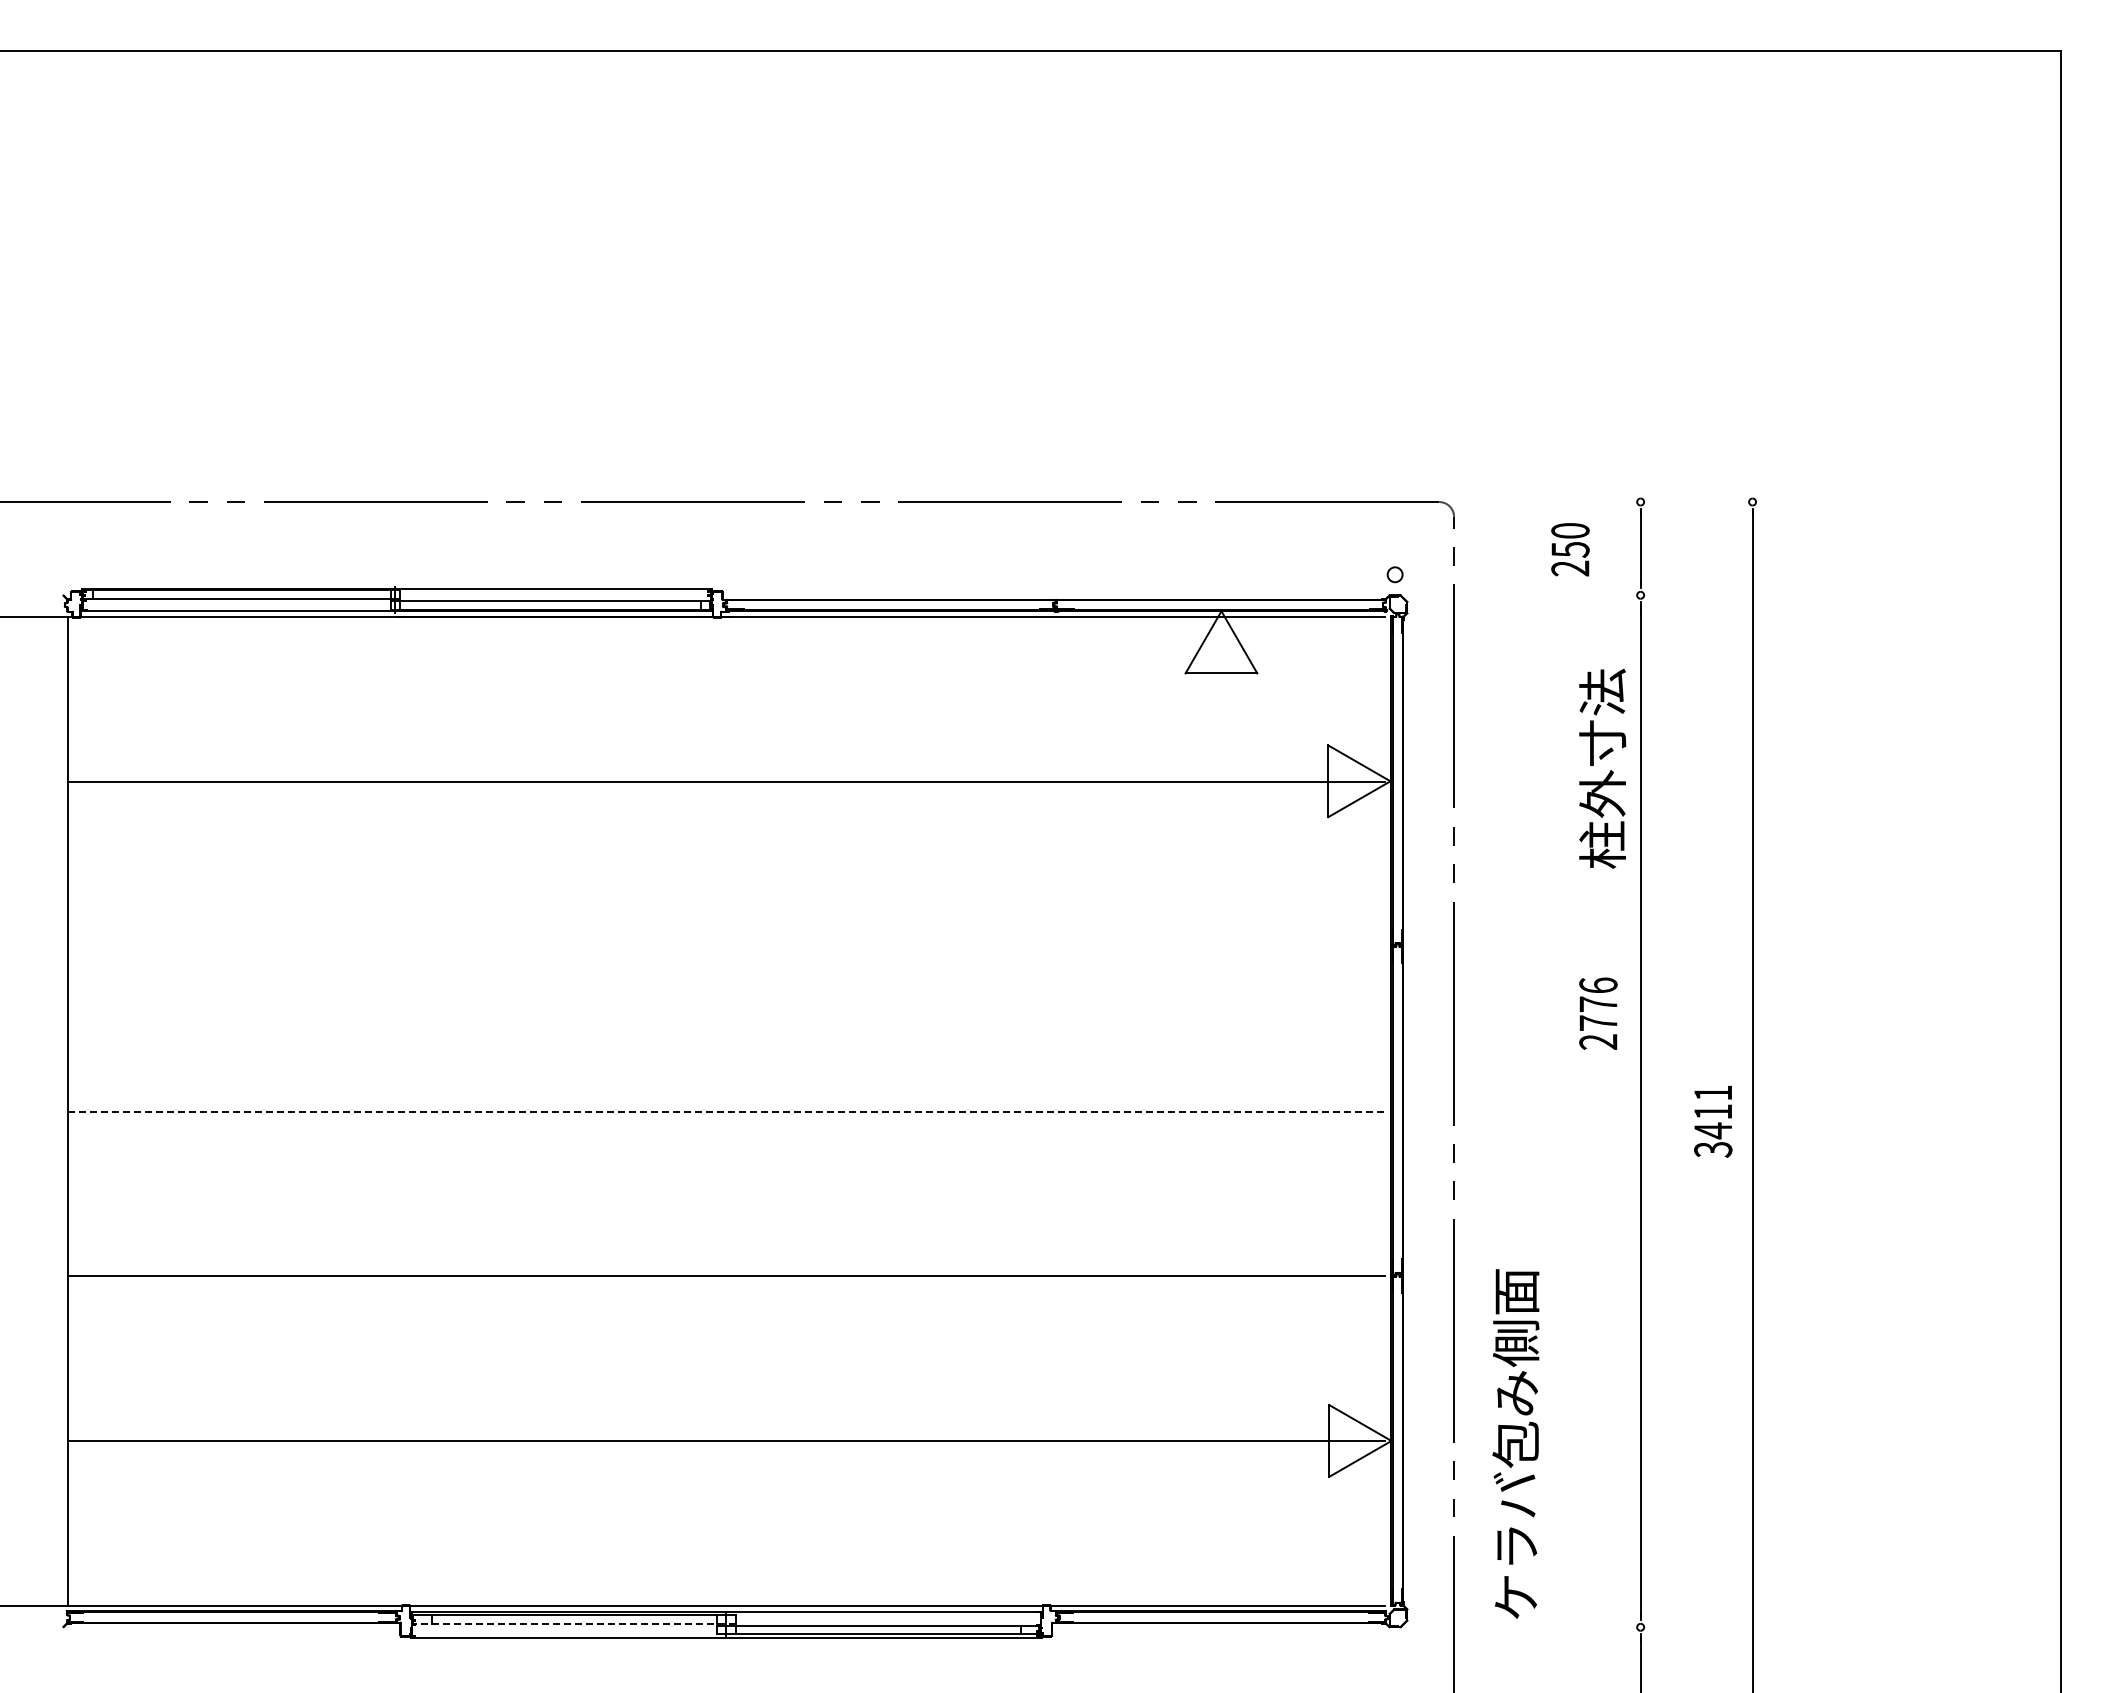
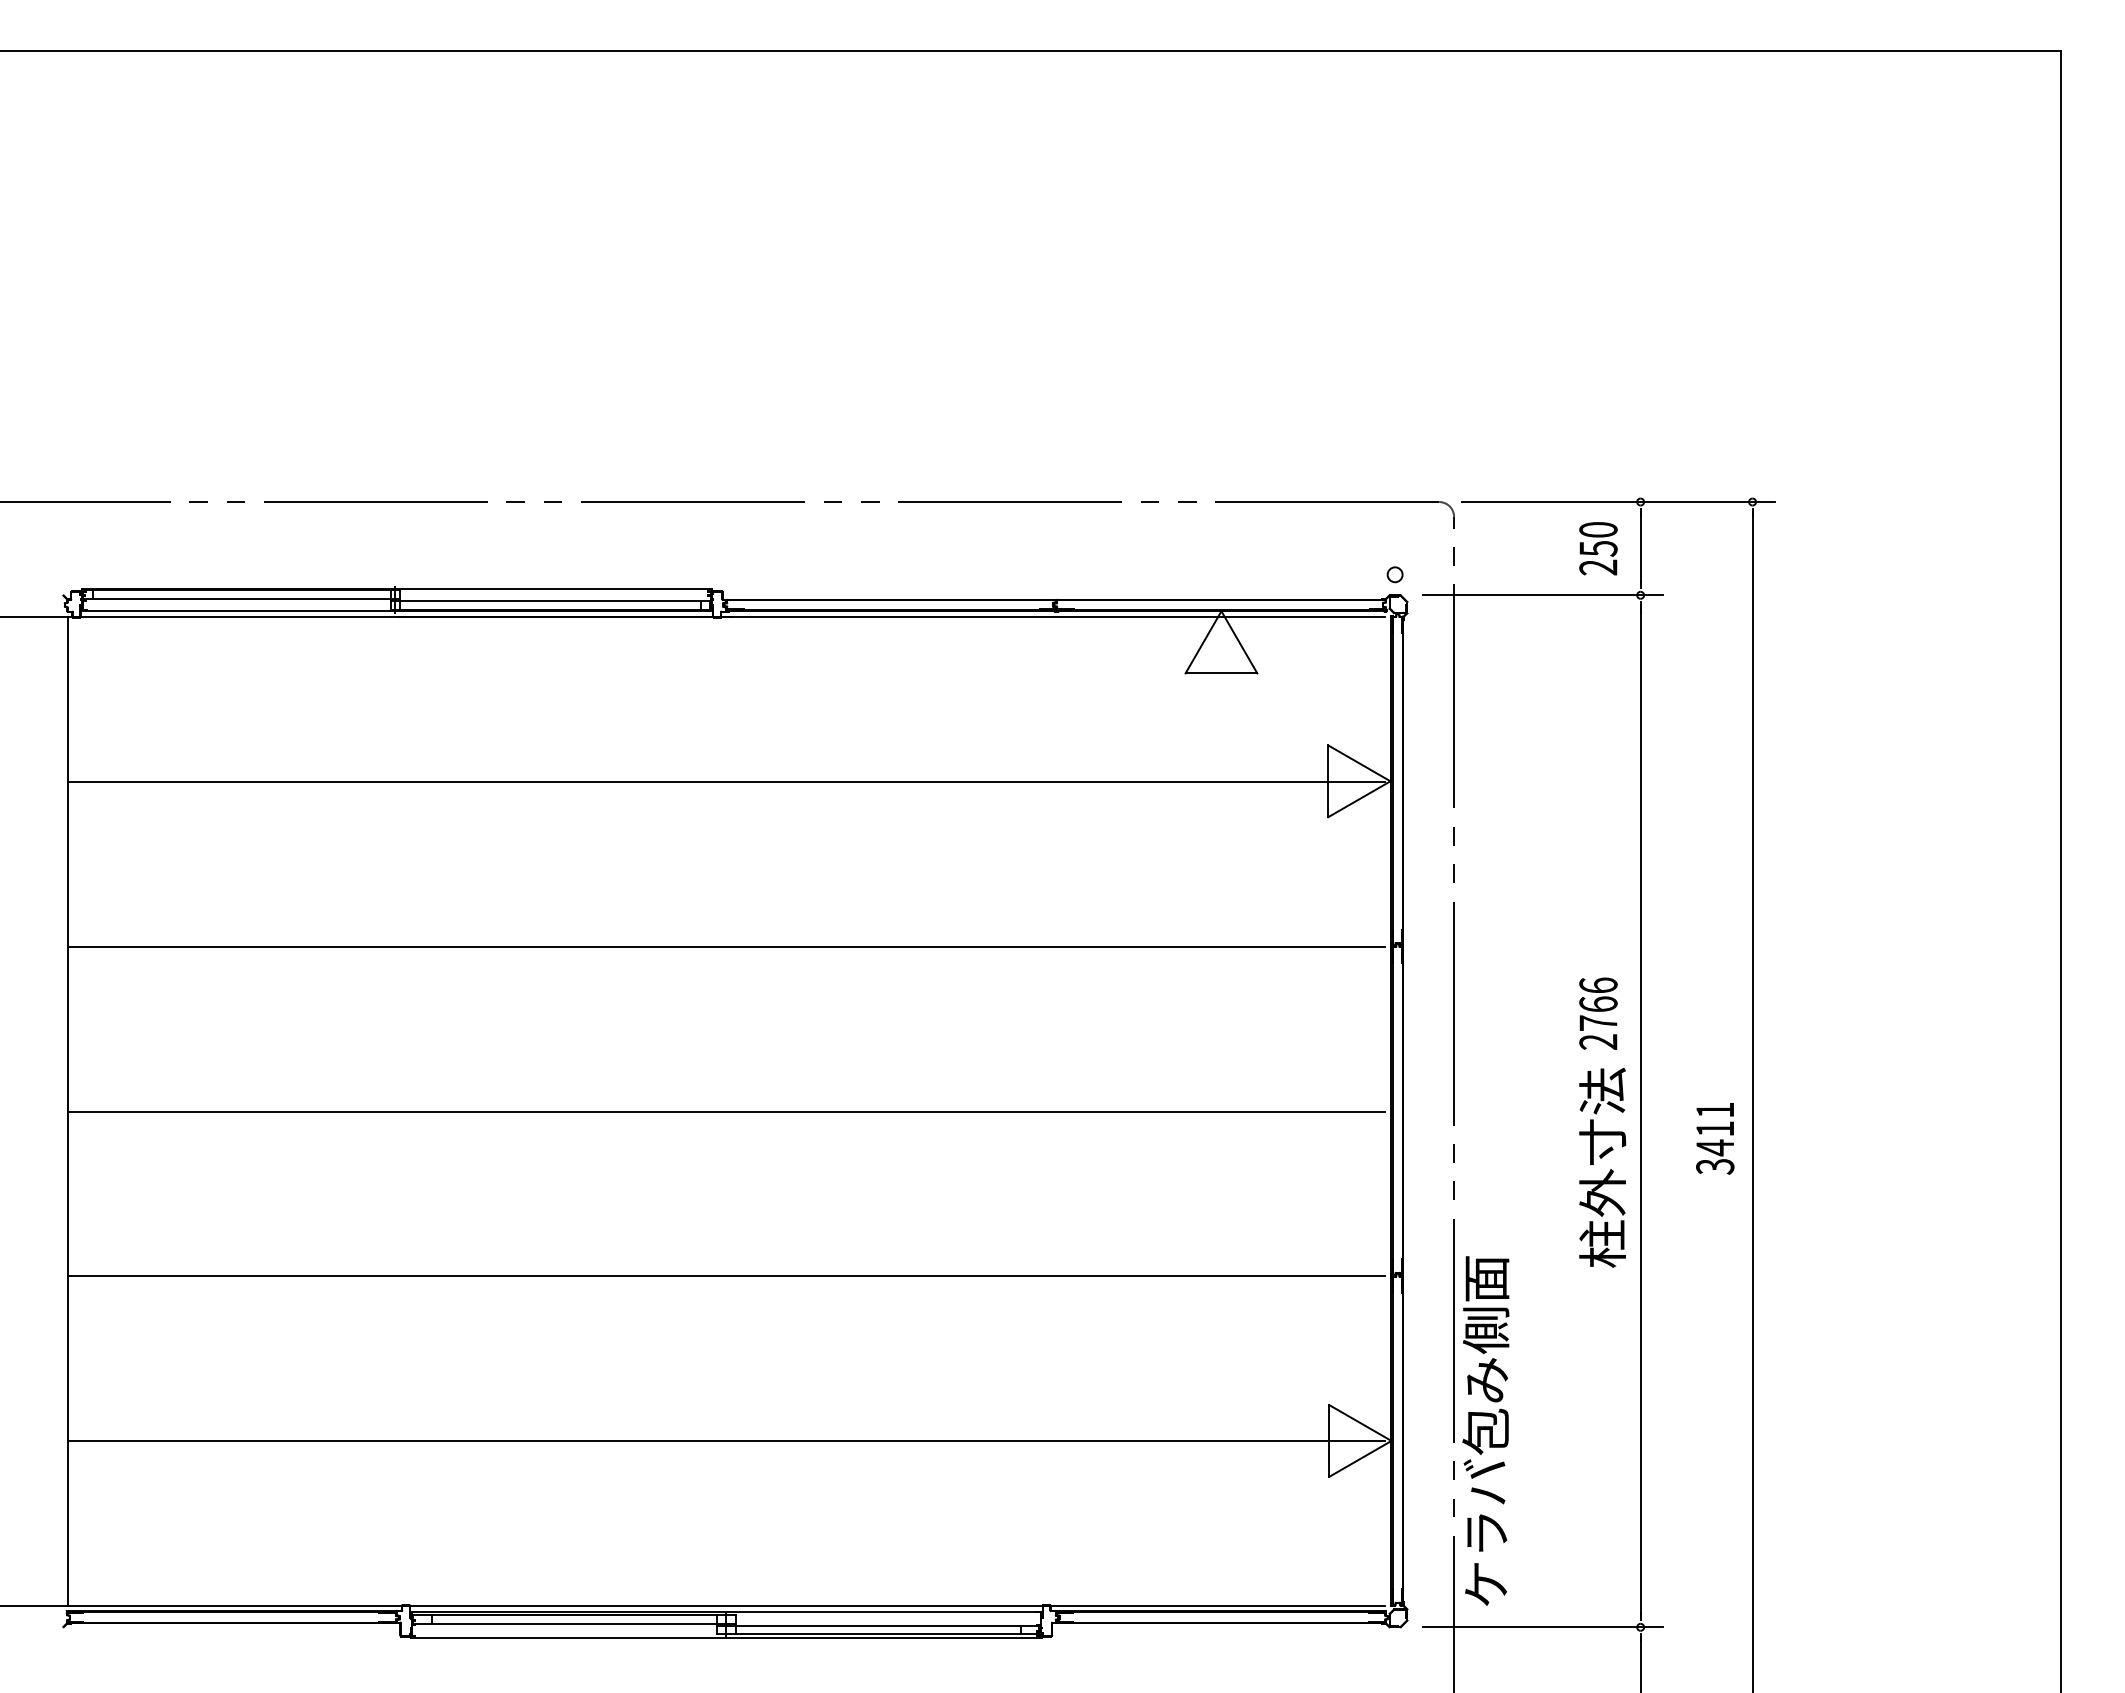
line at (1617, 502): none -> present
text at (1570, 549) position: (1570, 549) -> (1598, 548)
line at (1542, 595): none -> present
text at (1602, 768) position: (1602, 768) -> (1602, 1167)
line at (726, 946): none -> present
text at (1598, 1003): 2776 -> 2766
line at (726, 1111): dashed -> solid
text at (1713, 1121) position: (1713, 1121) -> (1715, 1138)
text at (1515, 1443) position: (1515, 1443) -> (1485, 1430)
line at (573, 1624): dashed -> solid
line at (1542, 1627): none -> present
